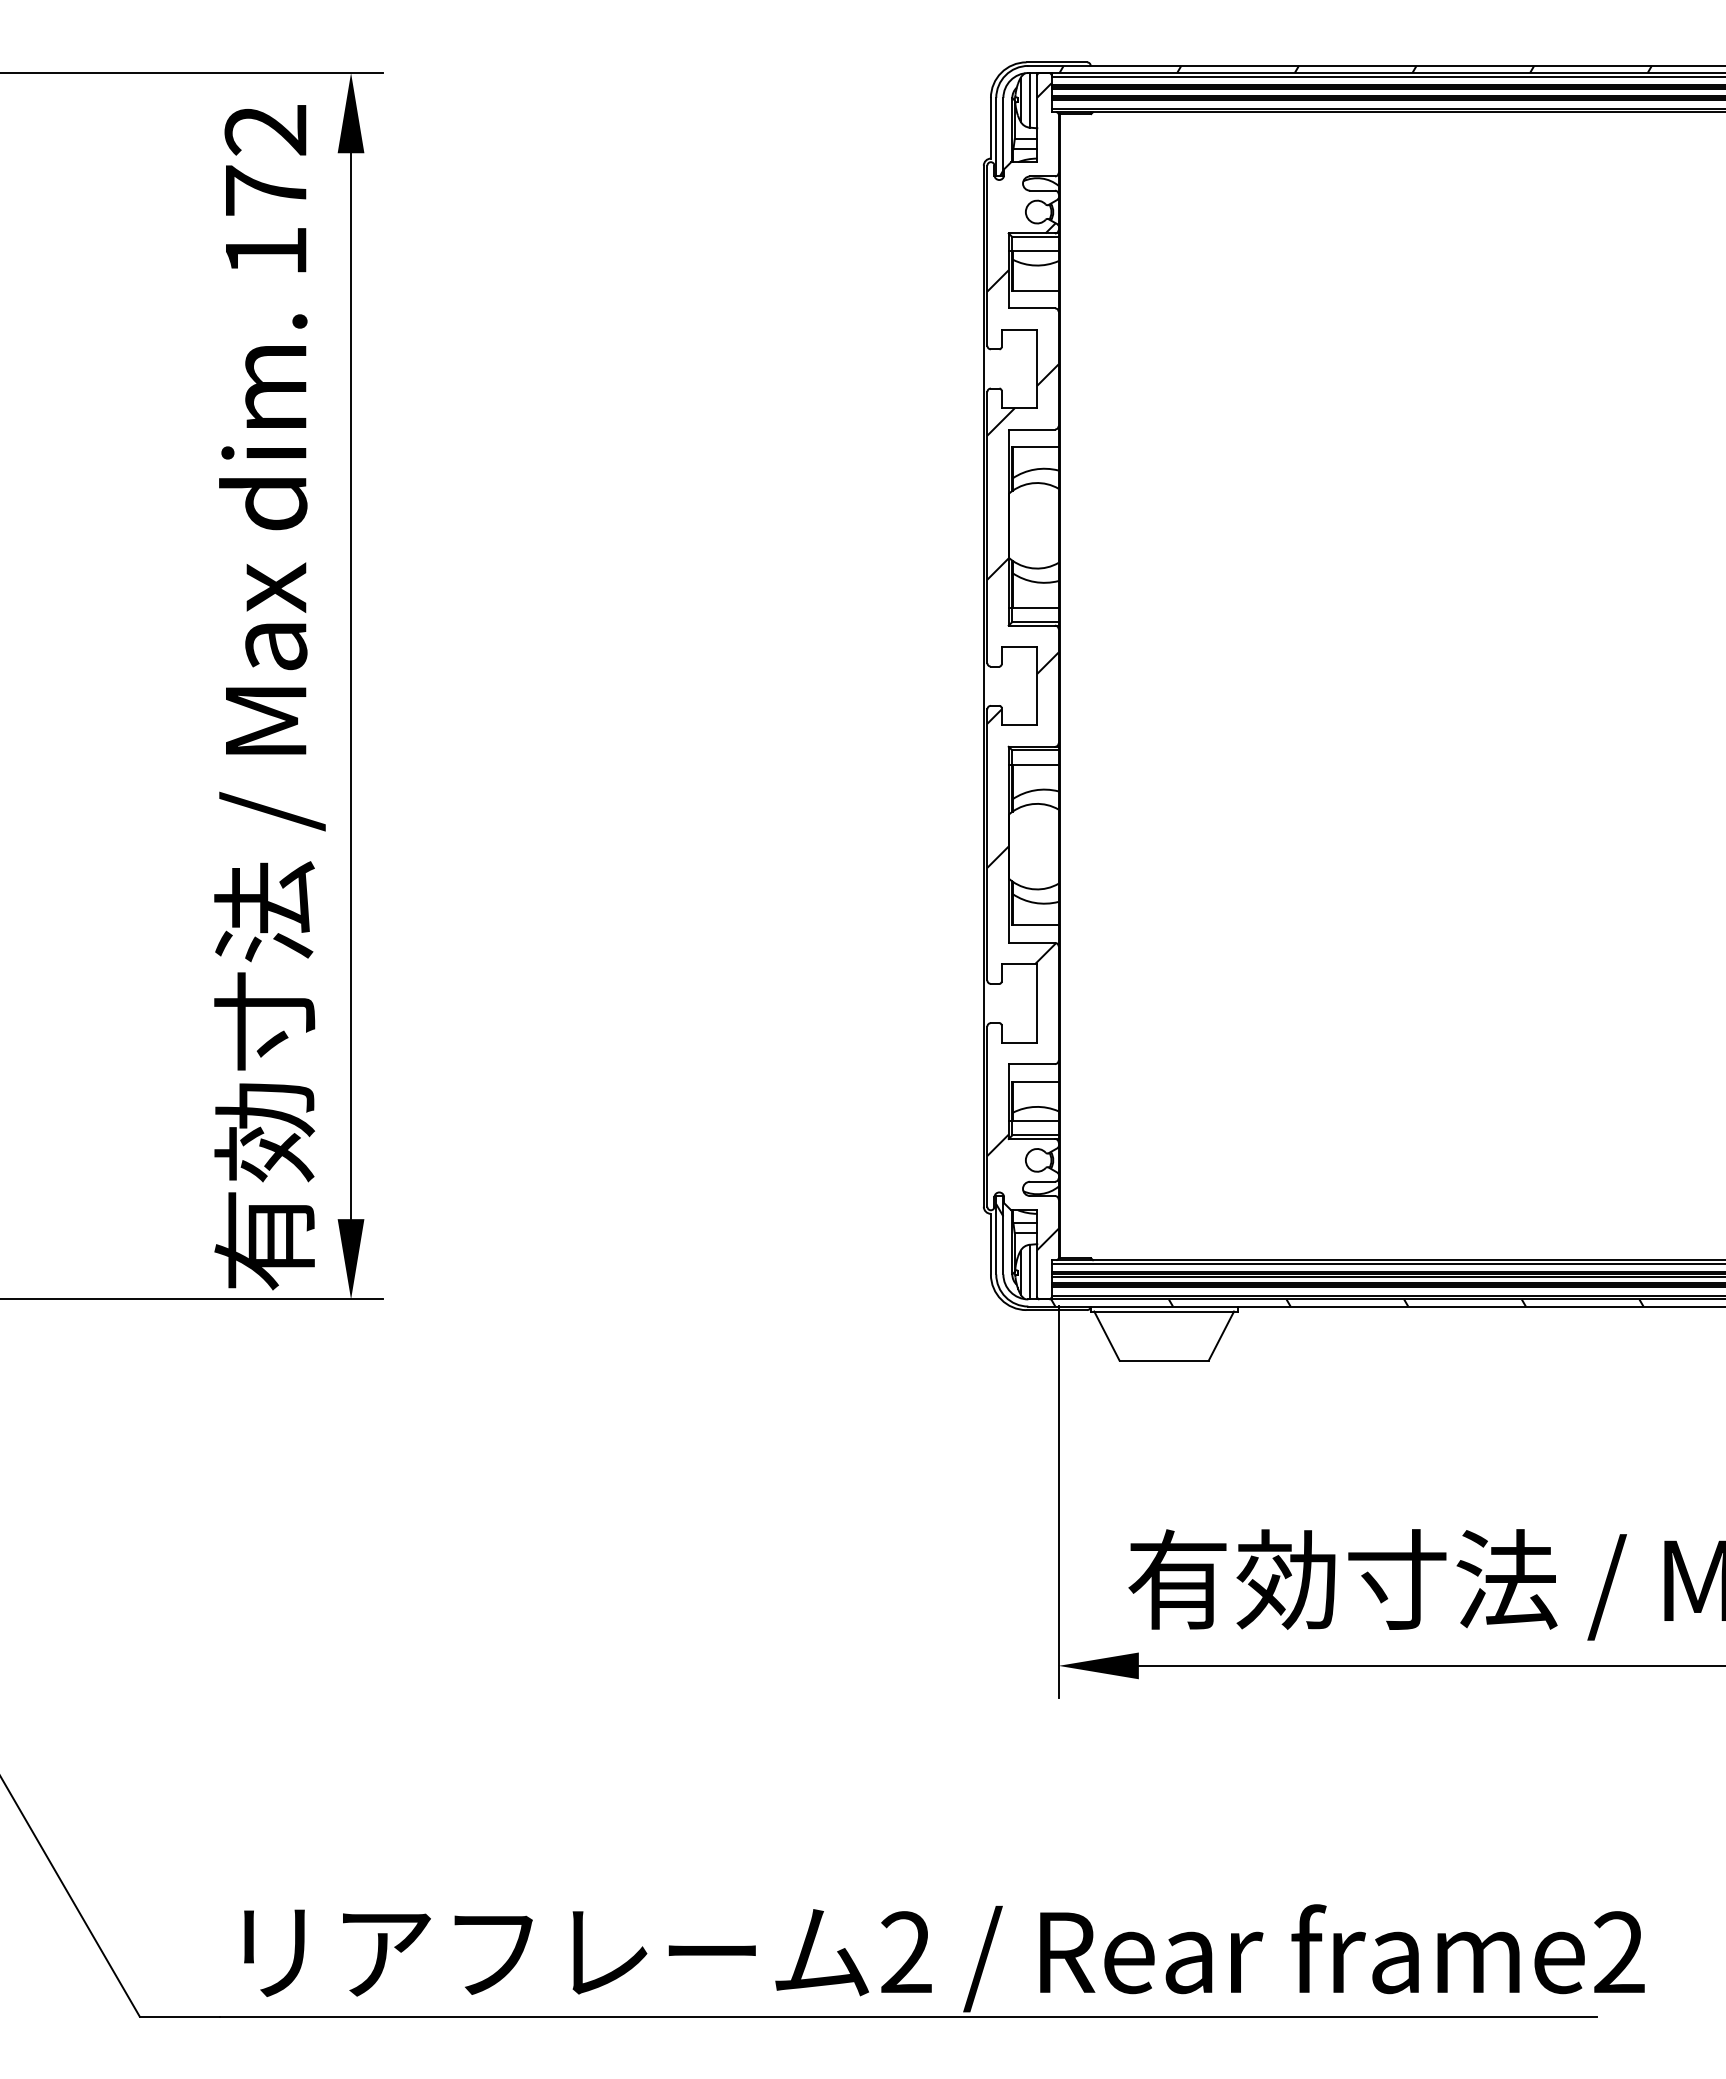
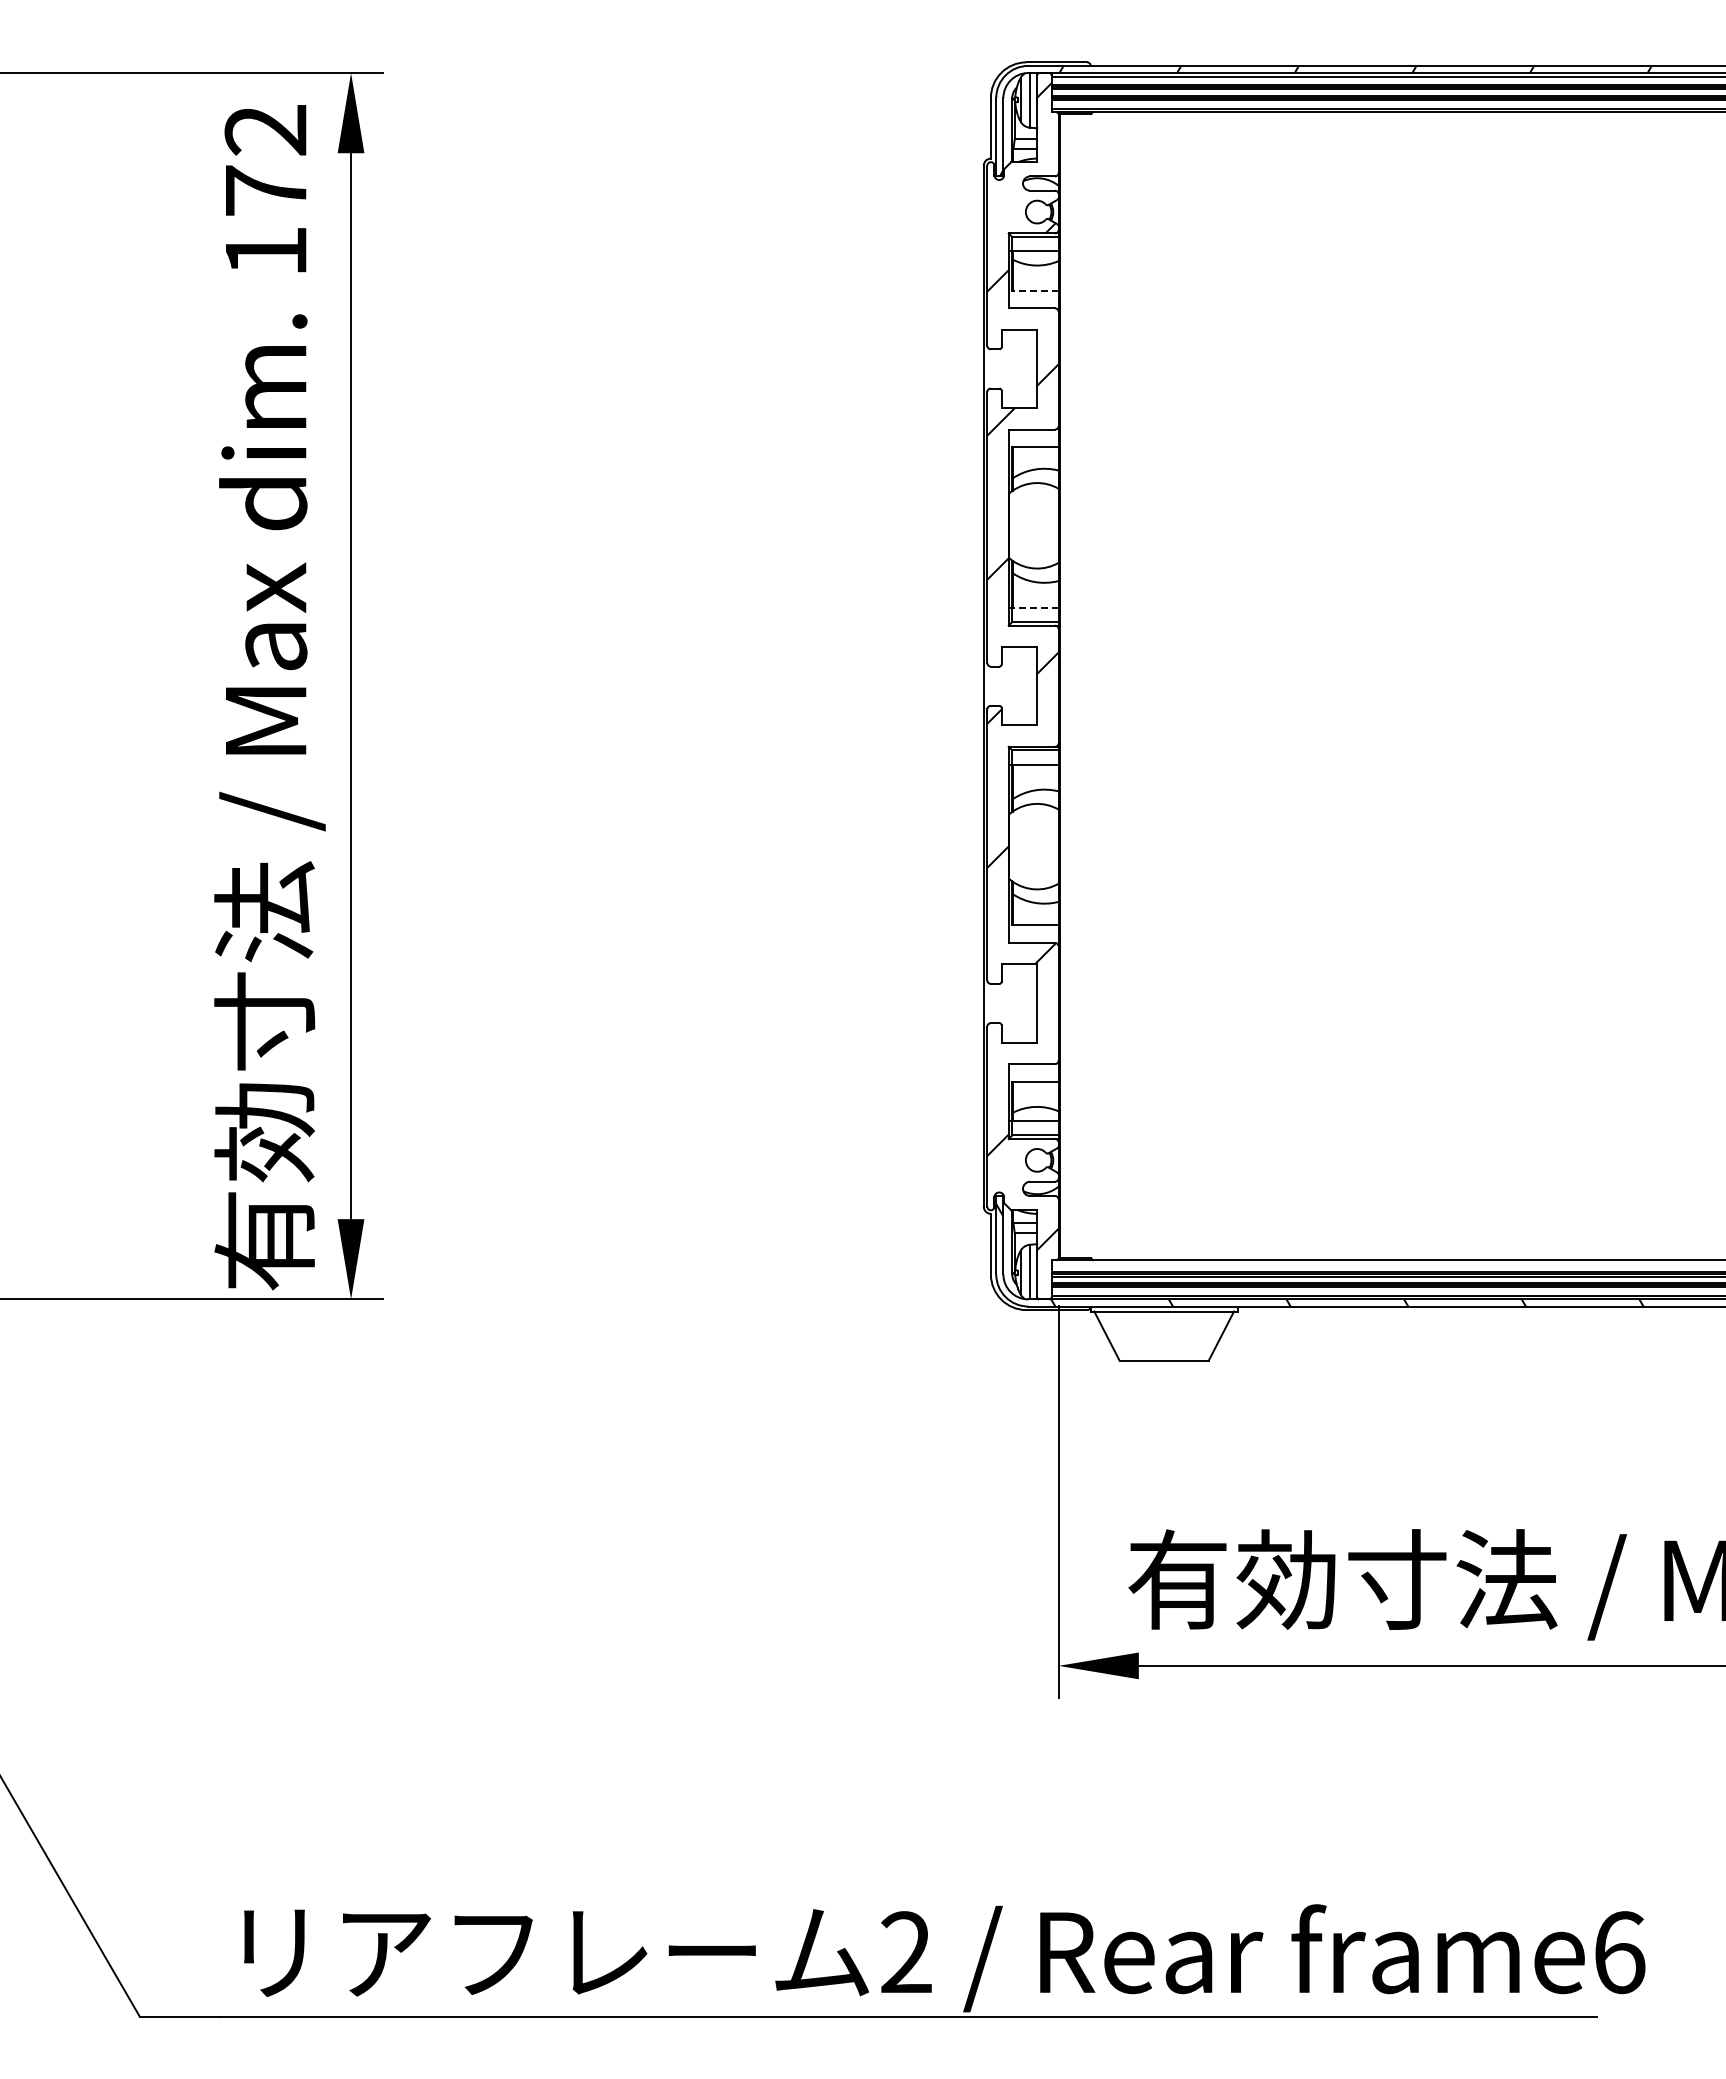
line at (1034, 290): solid -> dashed
line at (1034, 607): solid -> dashed
line at (1386, 1263): present -> none
text at (1619, 1952): frame2 -> frame6
